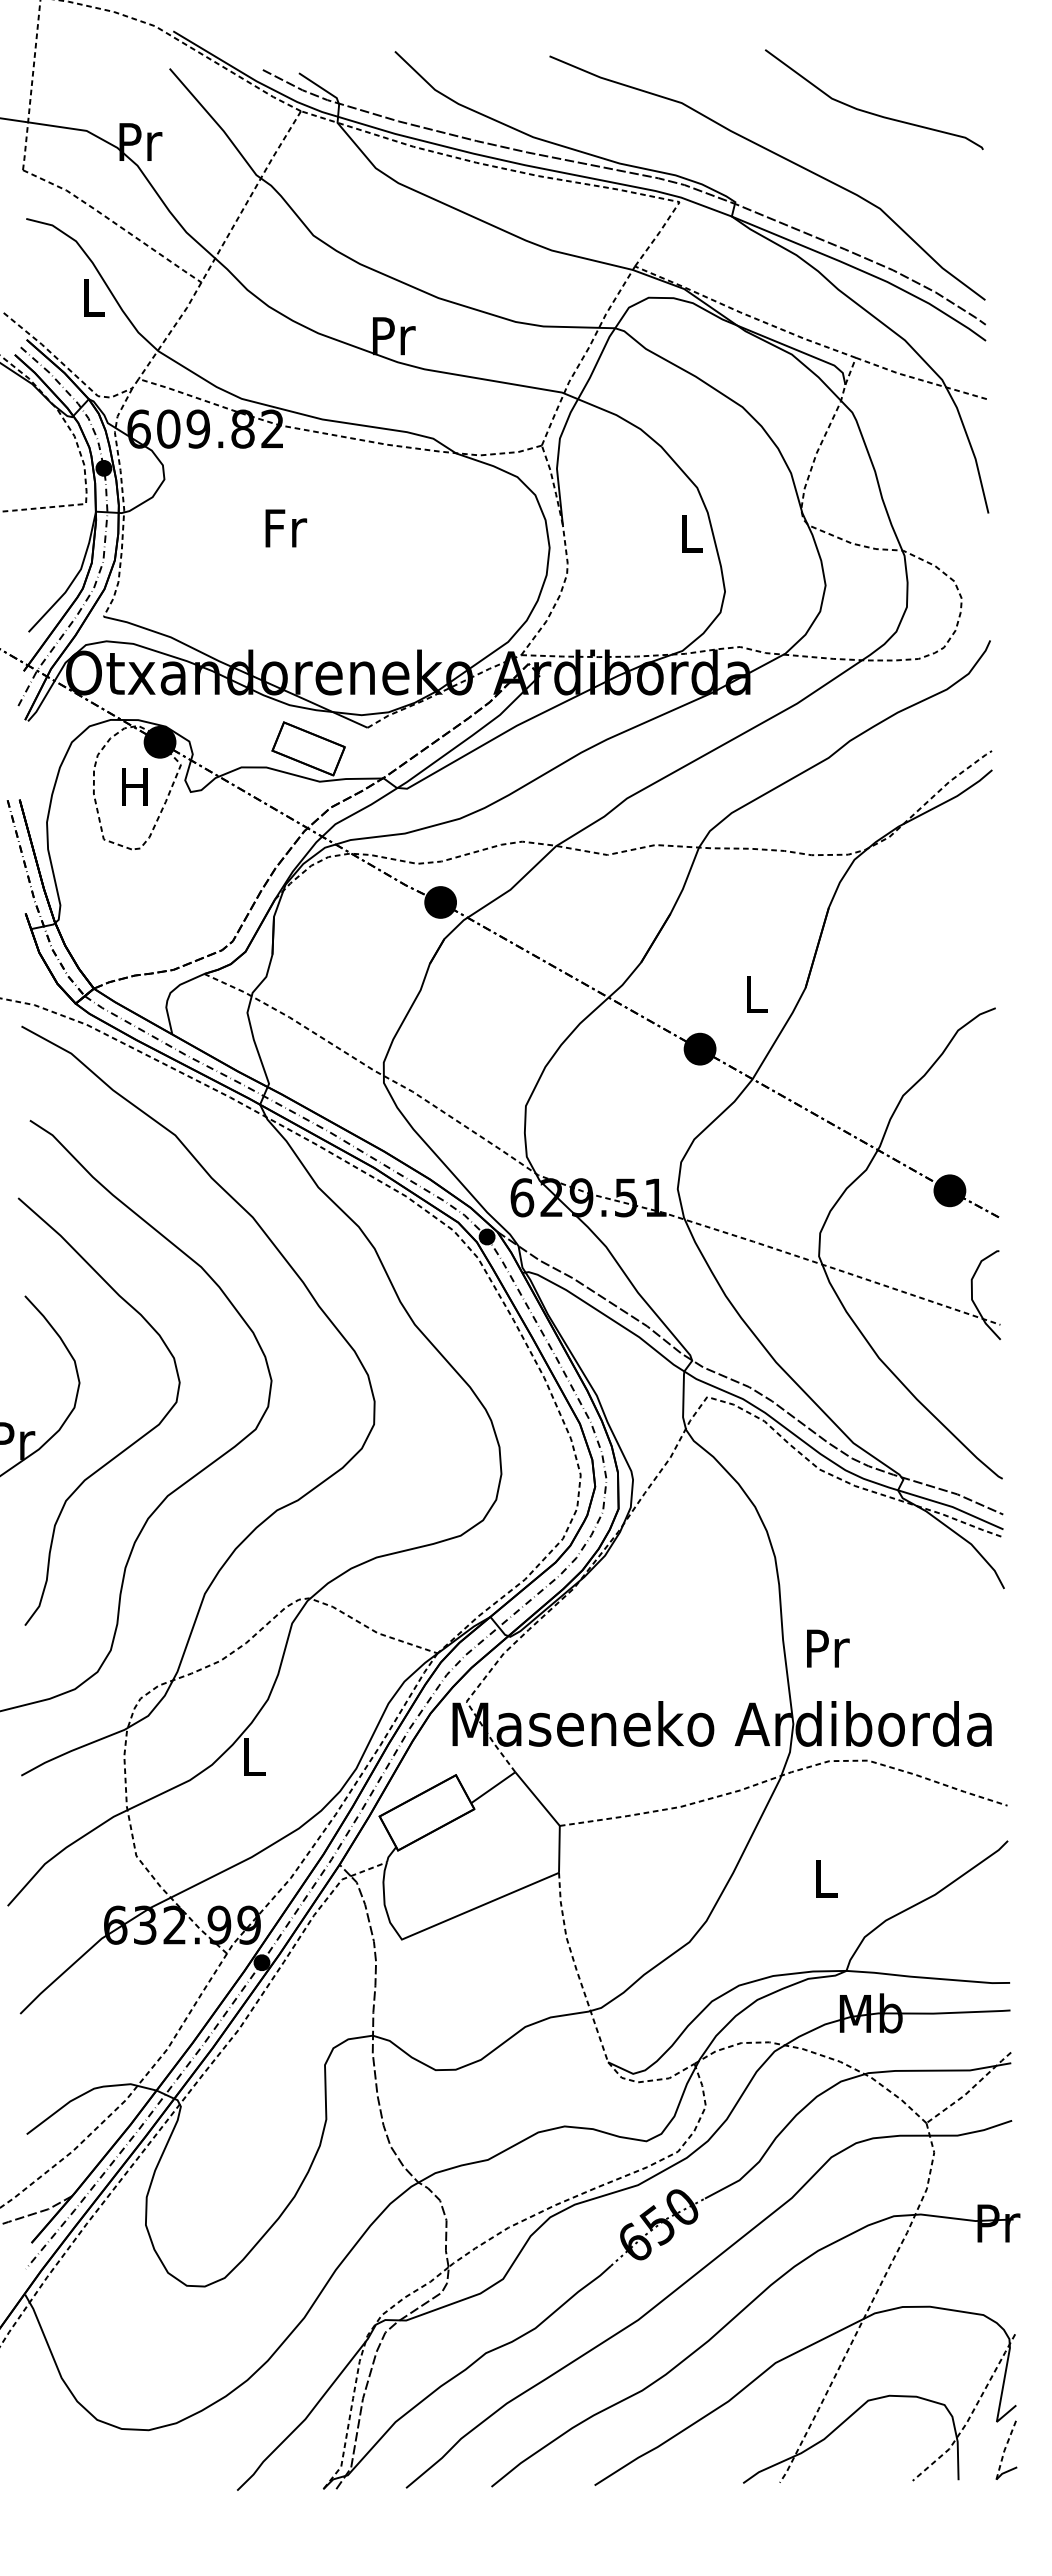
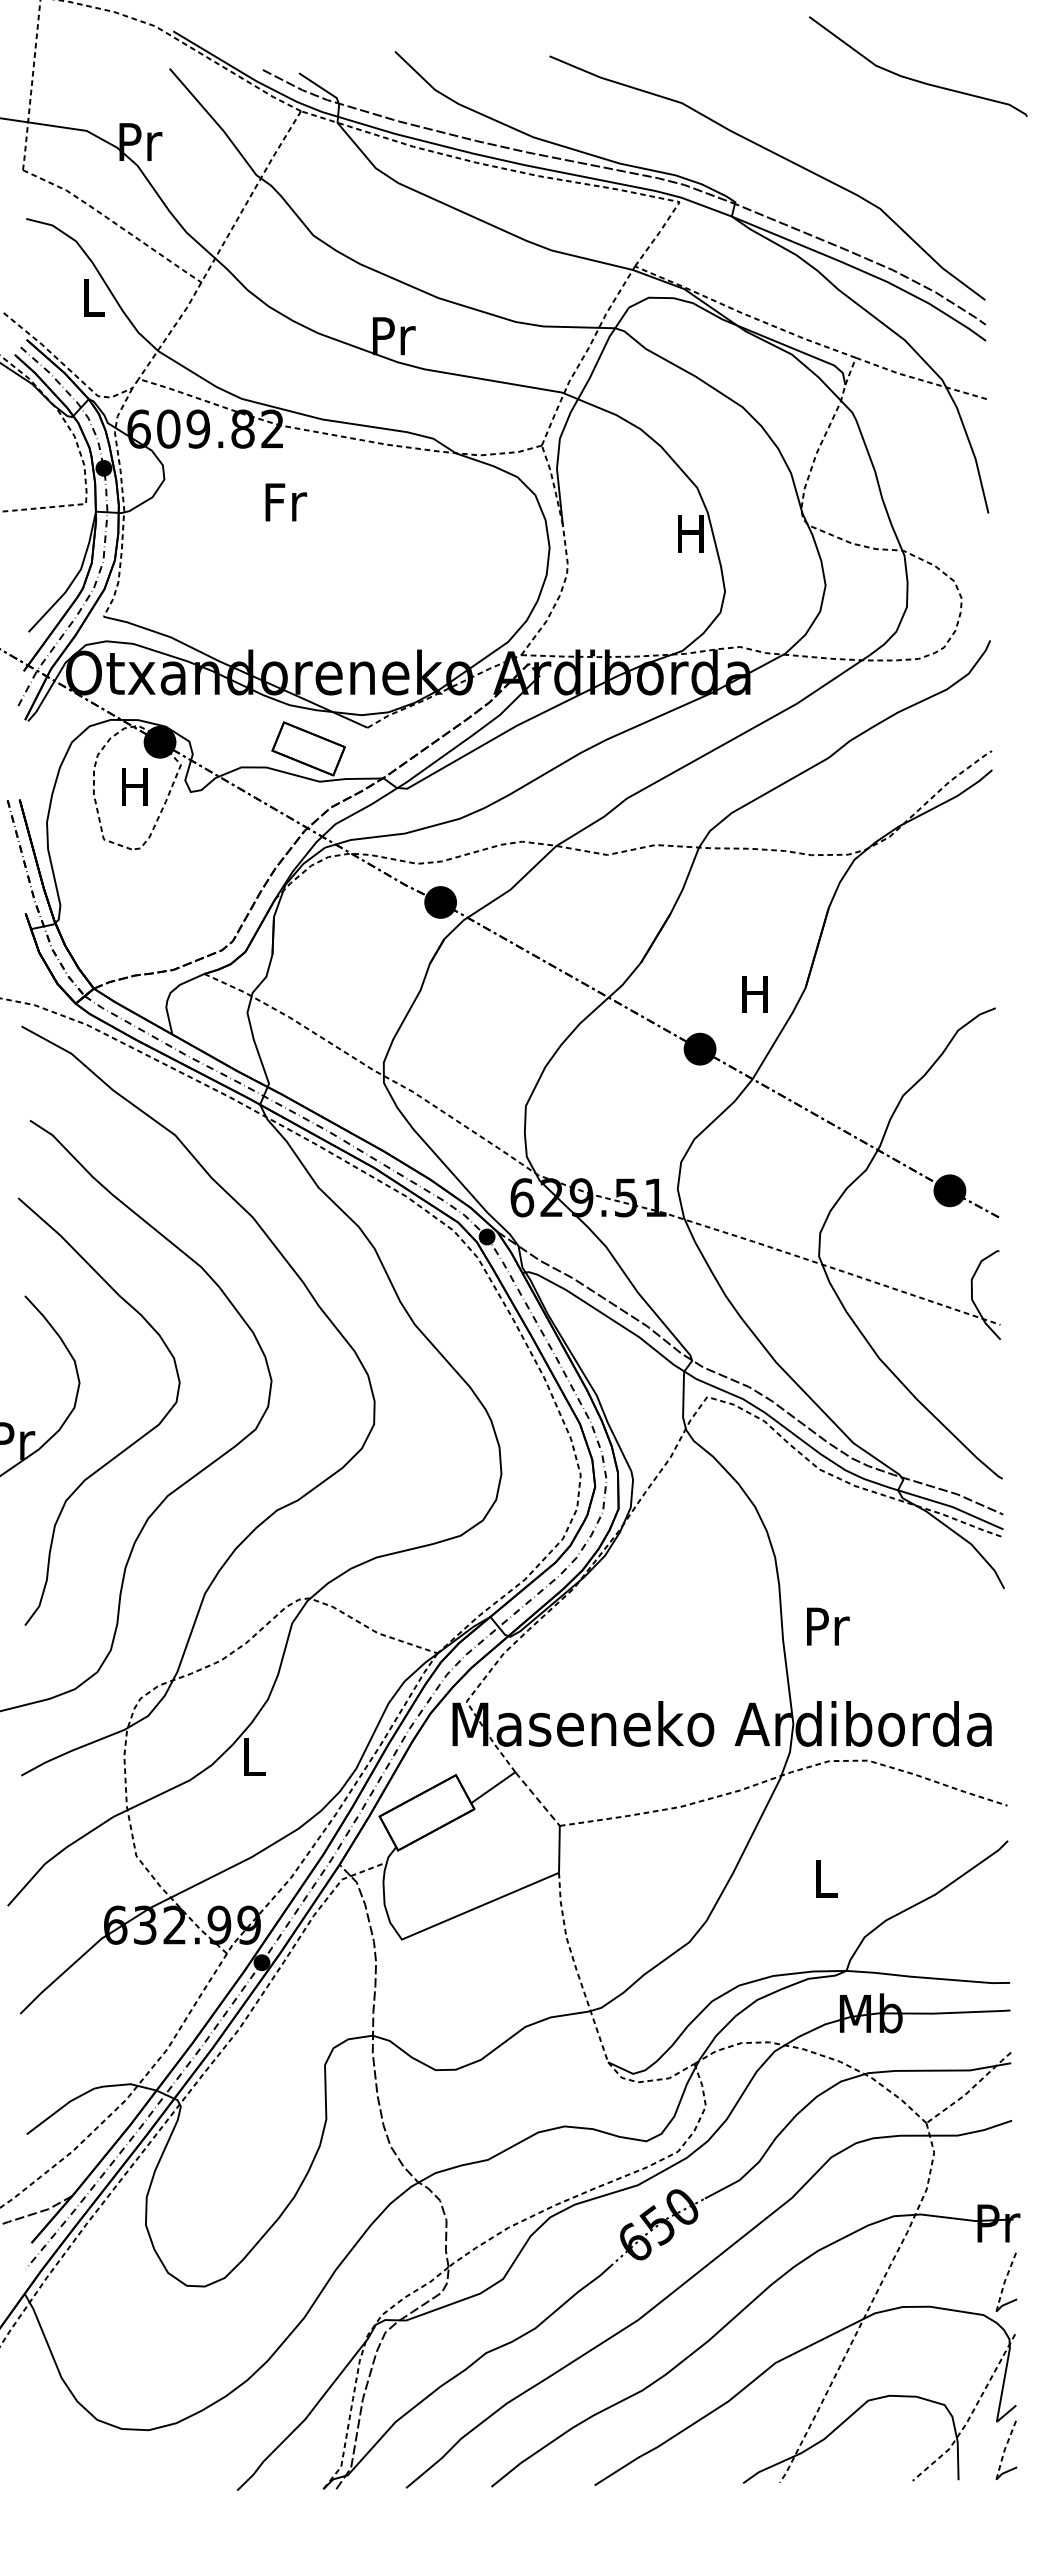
curve at (872, 112) position: (872, 112) -> (916, 79)
text at (286, 528) position: (286, 528) -> (286, 502)
text at (690, 533): L -> H
text at (754, 994): L -> H
text at (828, 1648) position: (828, 1648) -> (828, 1626)
line at (537, 1799): solid -> dashed
part at (1006, 2281): none -> present
